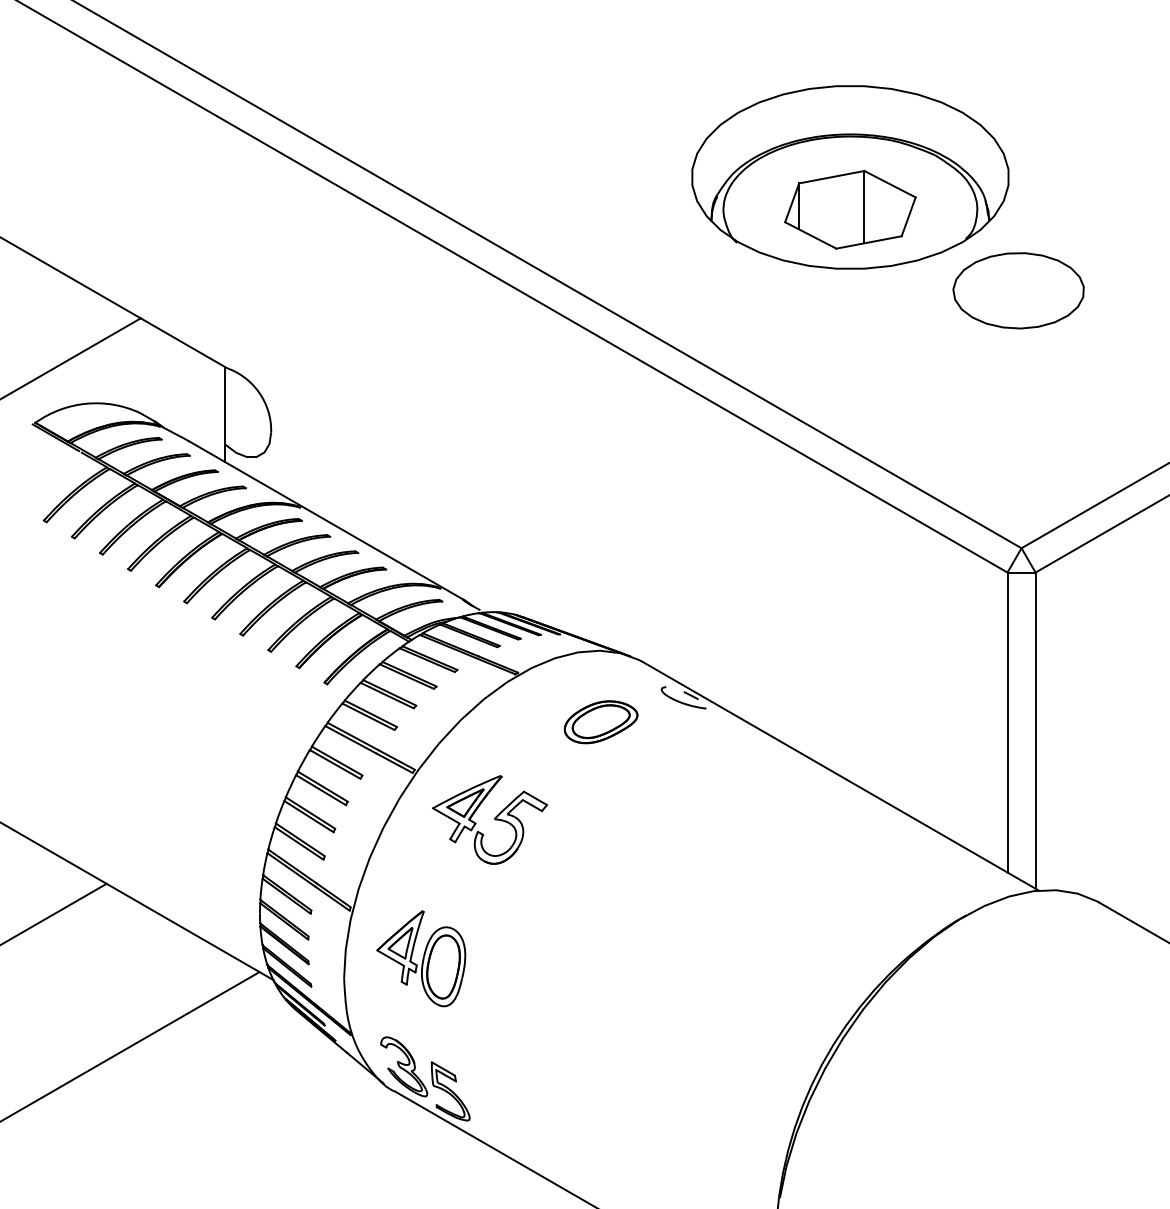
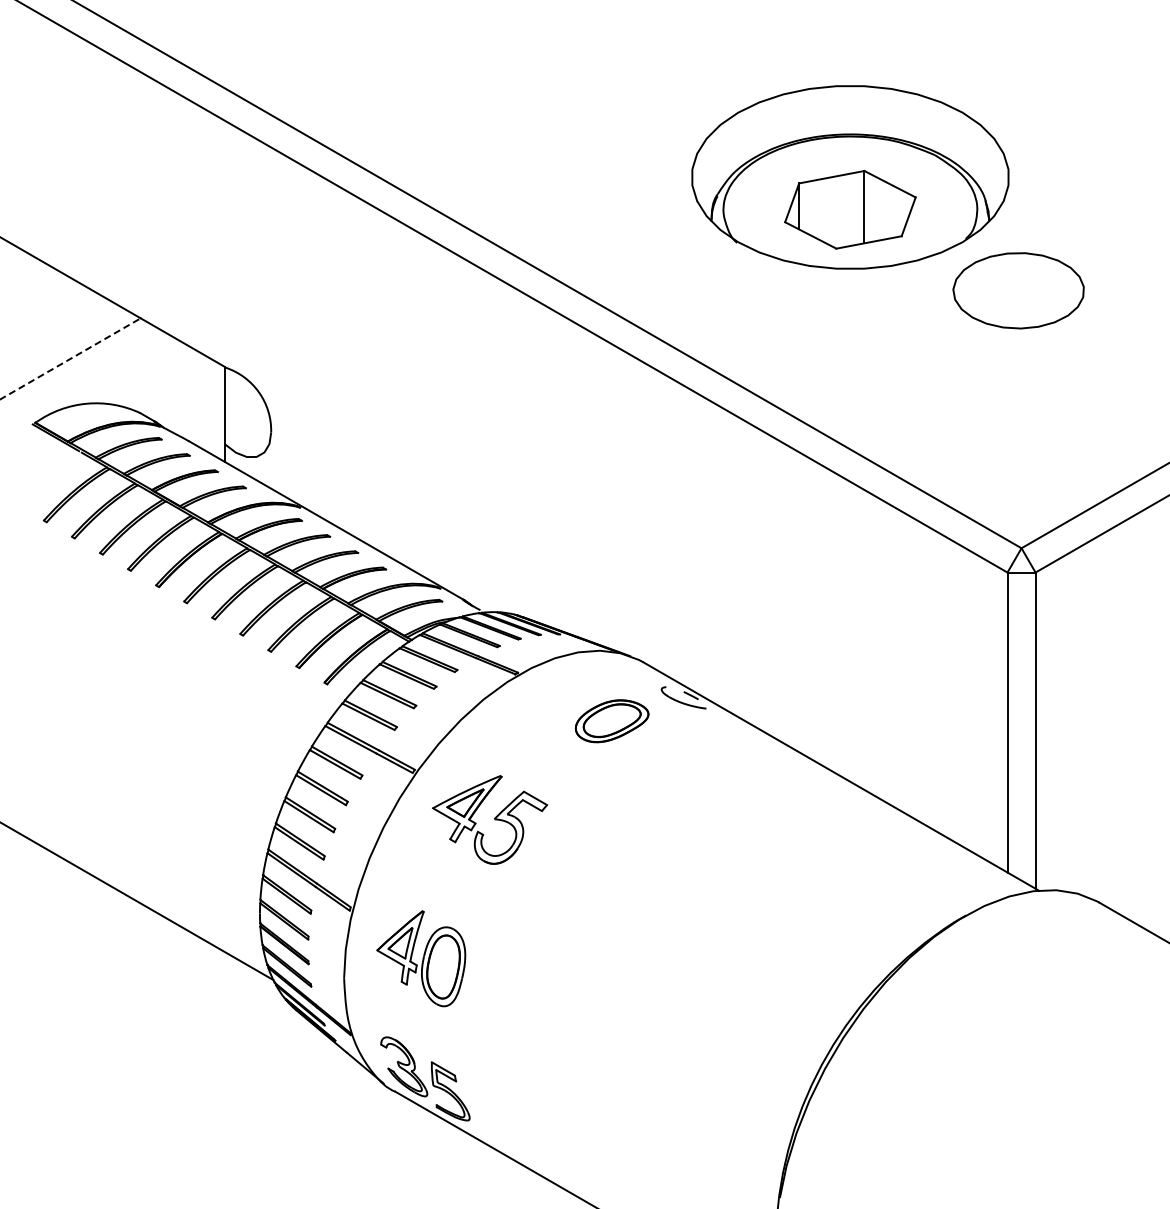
line at (70, 358): solid -> dashed
part at (600, 722) position: (600, 722) -> (611, 721)
line at (54, 913): present -> none
line at (130, 1046): present -> none
